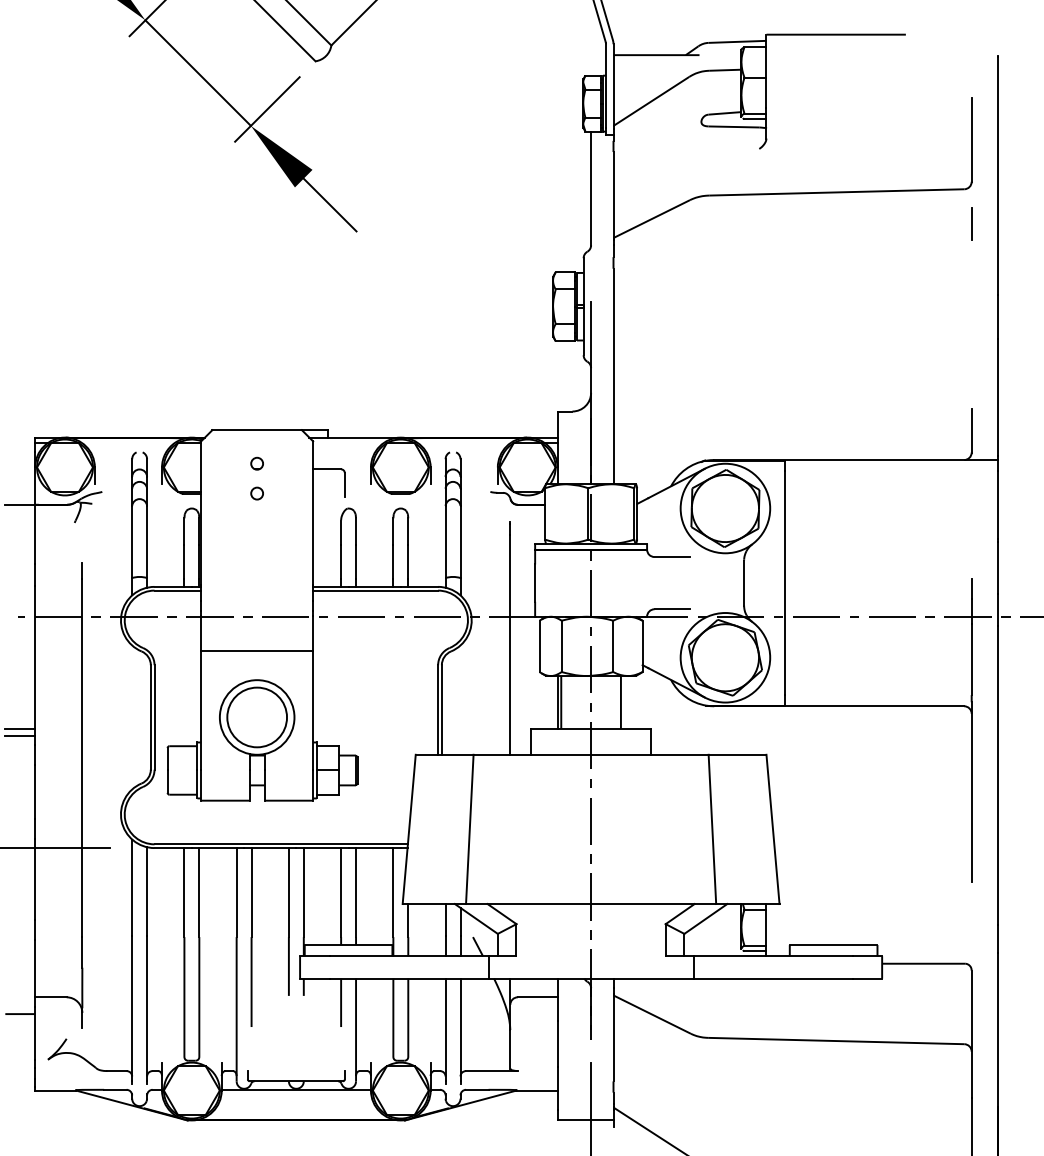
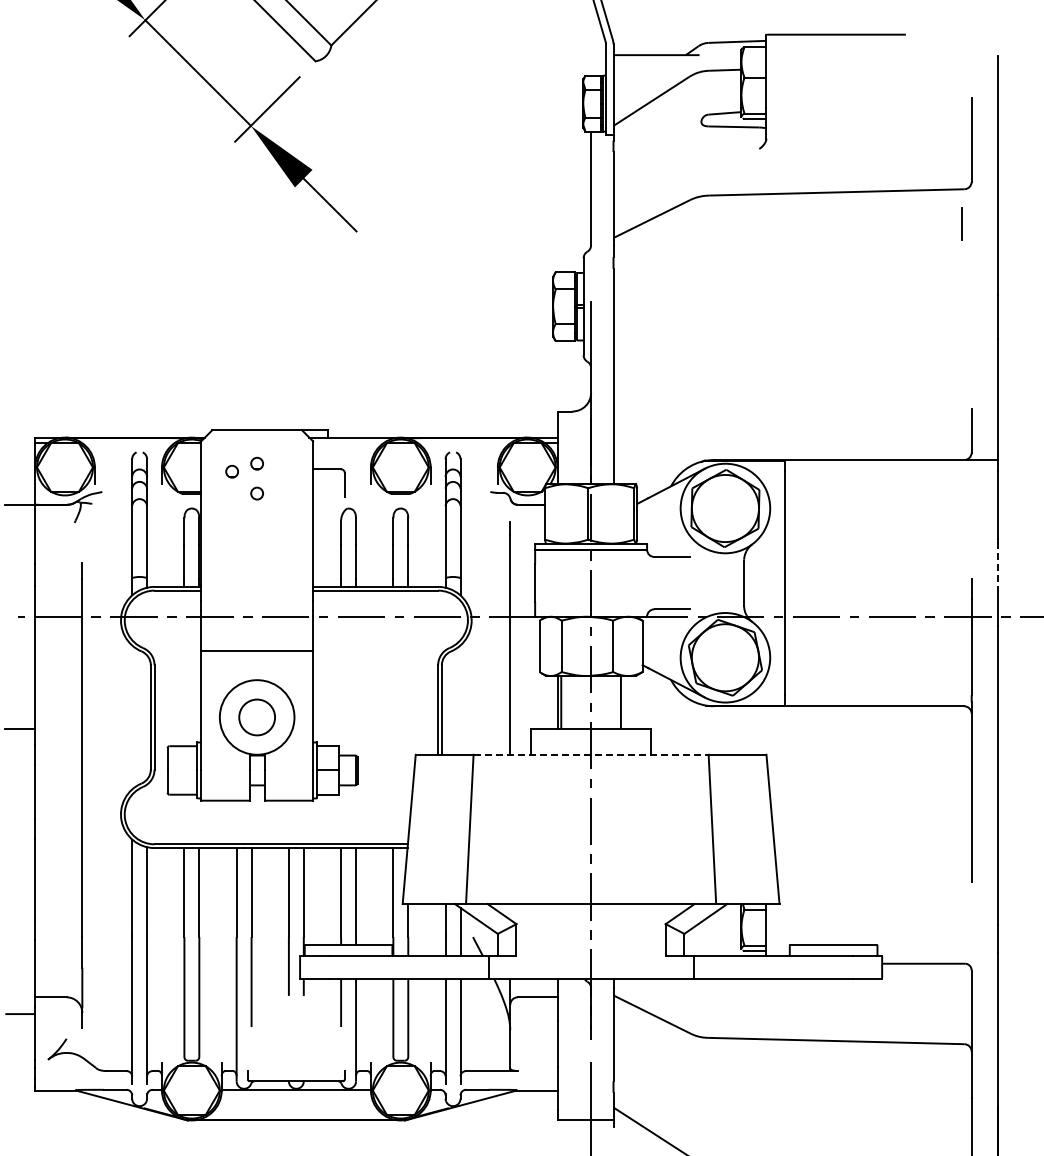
line at (971, 223) position: (971, 223) -> (961, 223)
part at (231, 471): none -> present
line at (997, 568): solid -> dashed
circle at (257, 717) diameter: 60 px -> 36 px
line at (20, 736): present -> none
line at (591, 754): solid -> dashed
line at (55, 848): present -> none
